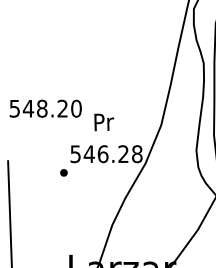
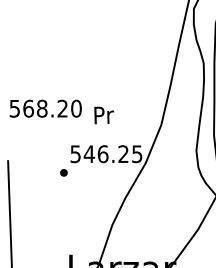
text at (28, 108): 548.20 -> 568.20
text at (104, 122) position: (104, 122) -> (104, 115)
text at (137, 154): 546.28 -> 546.25
